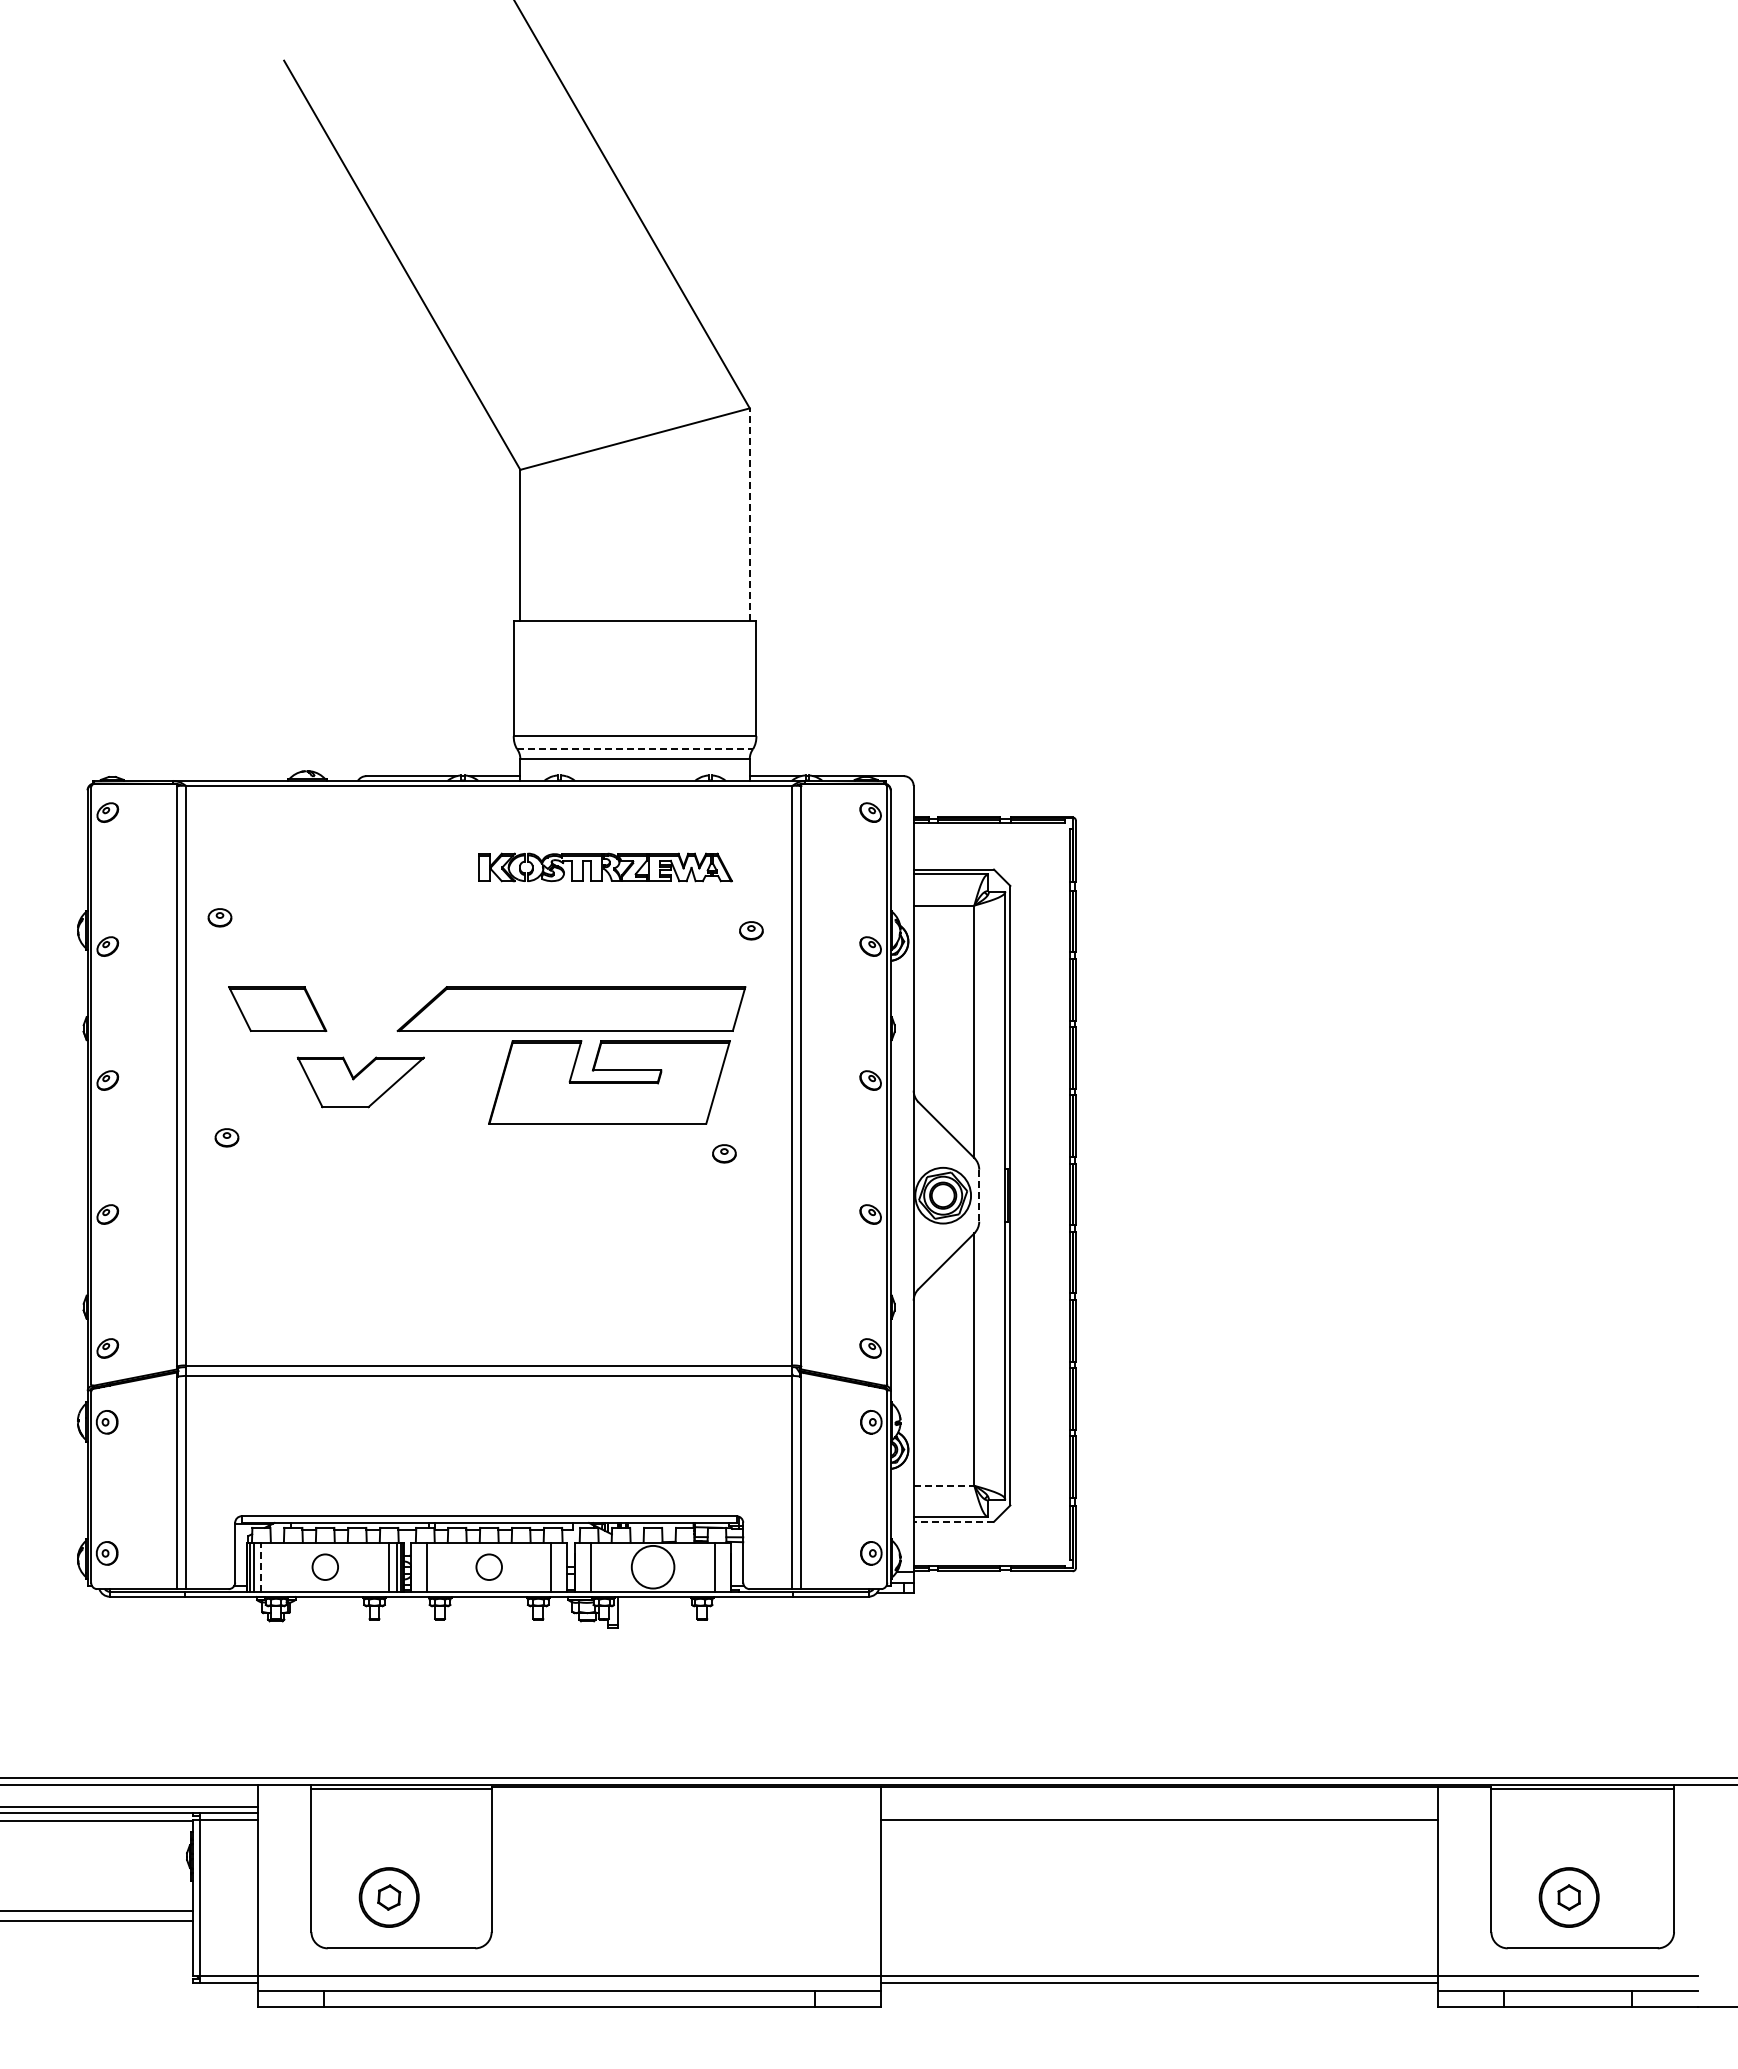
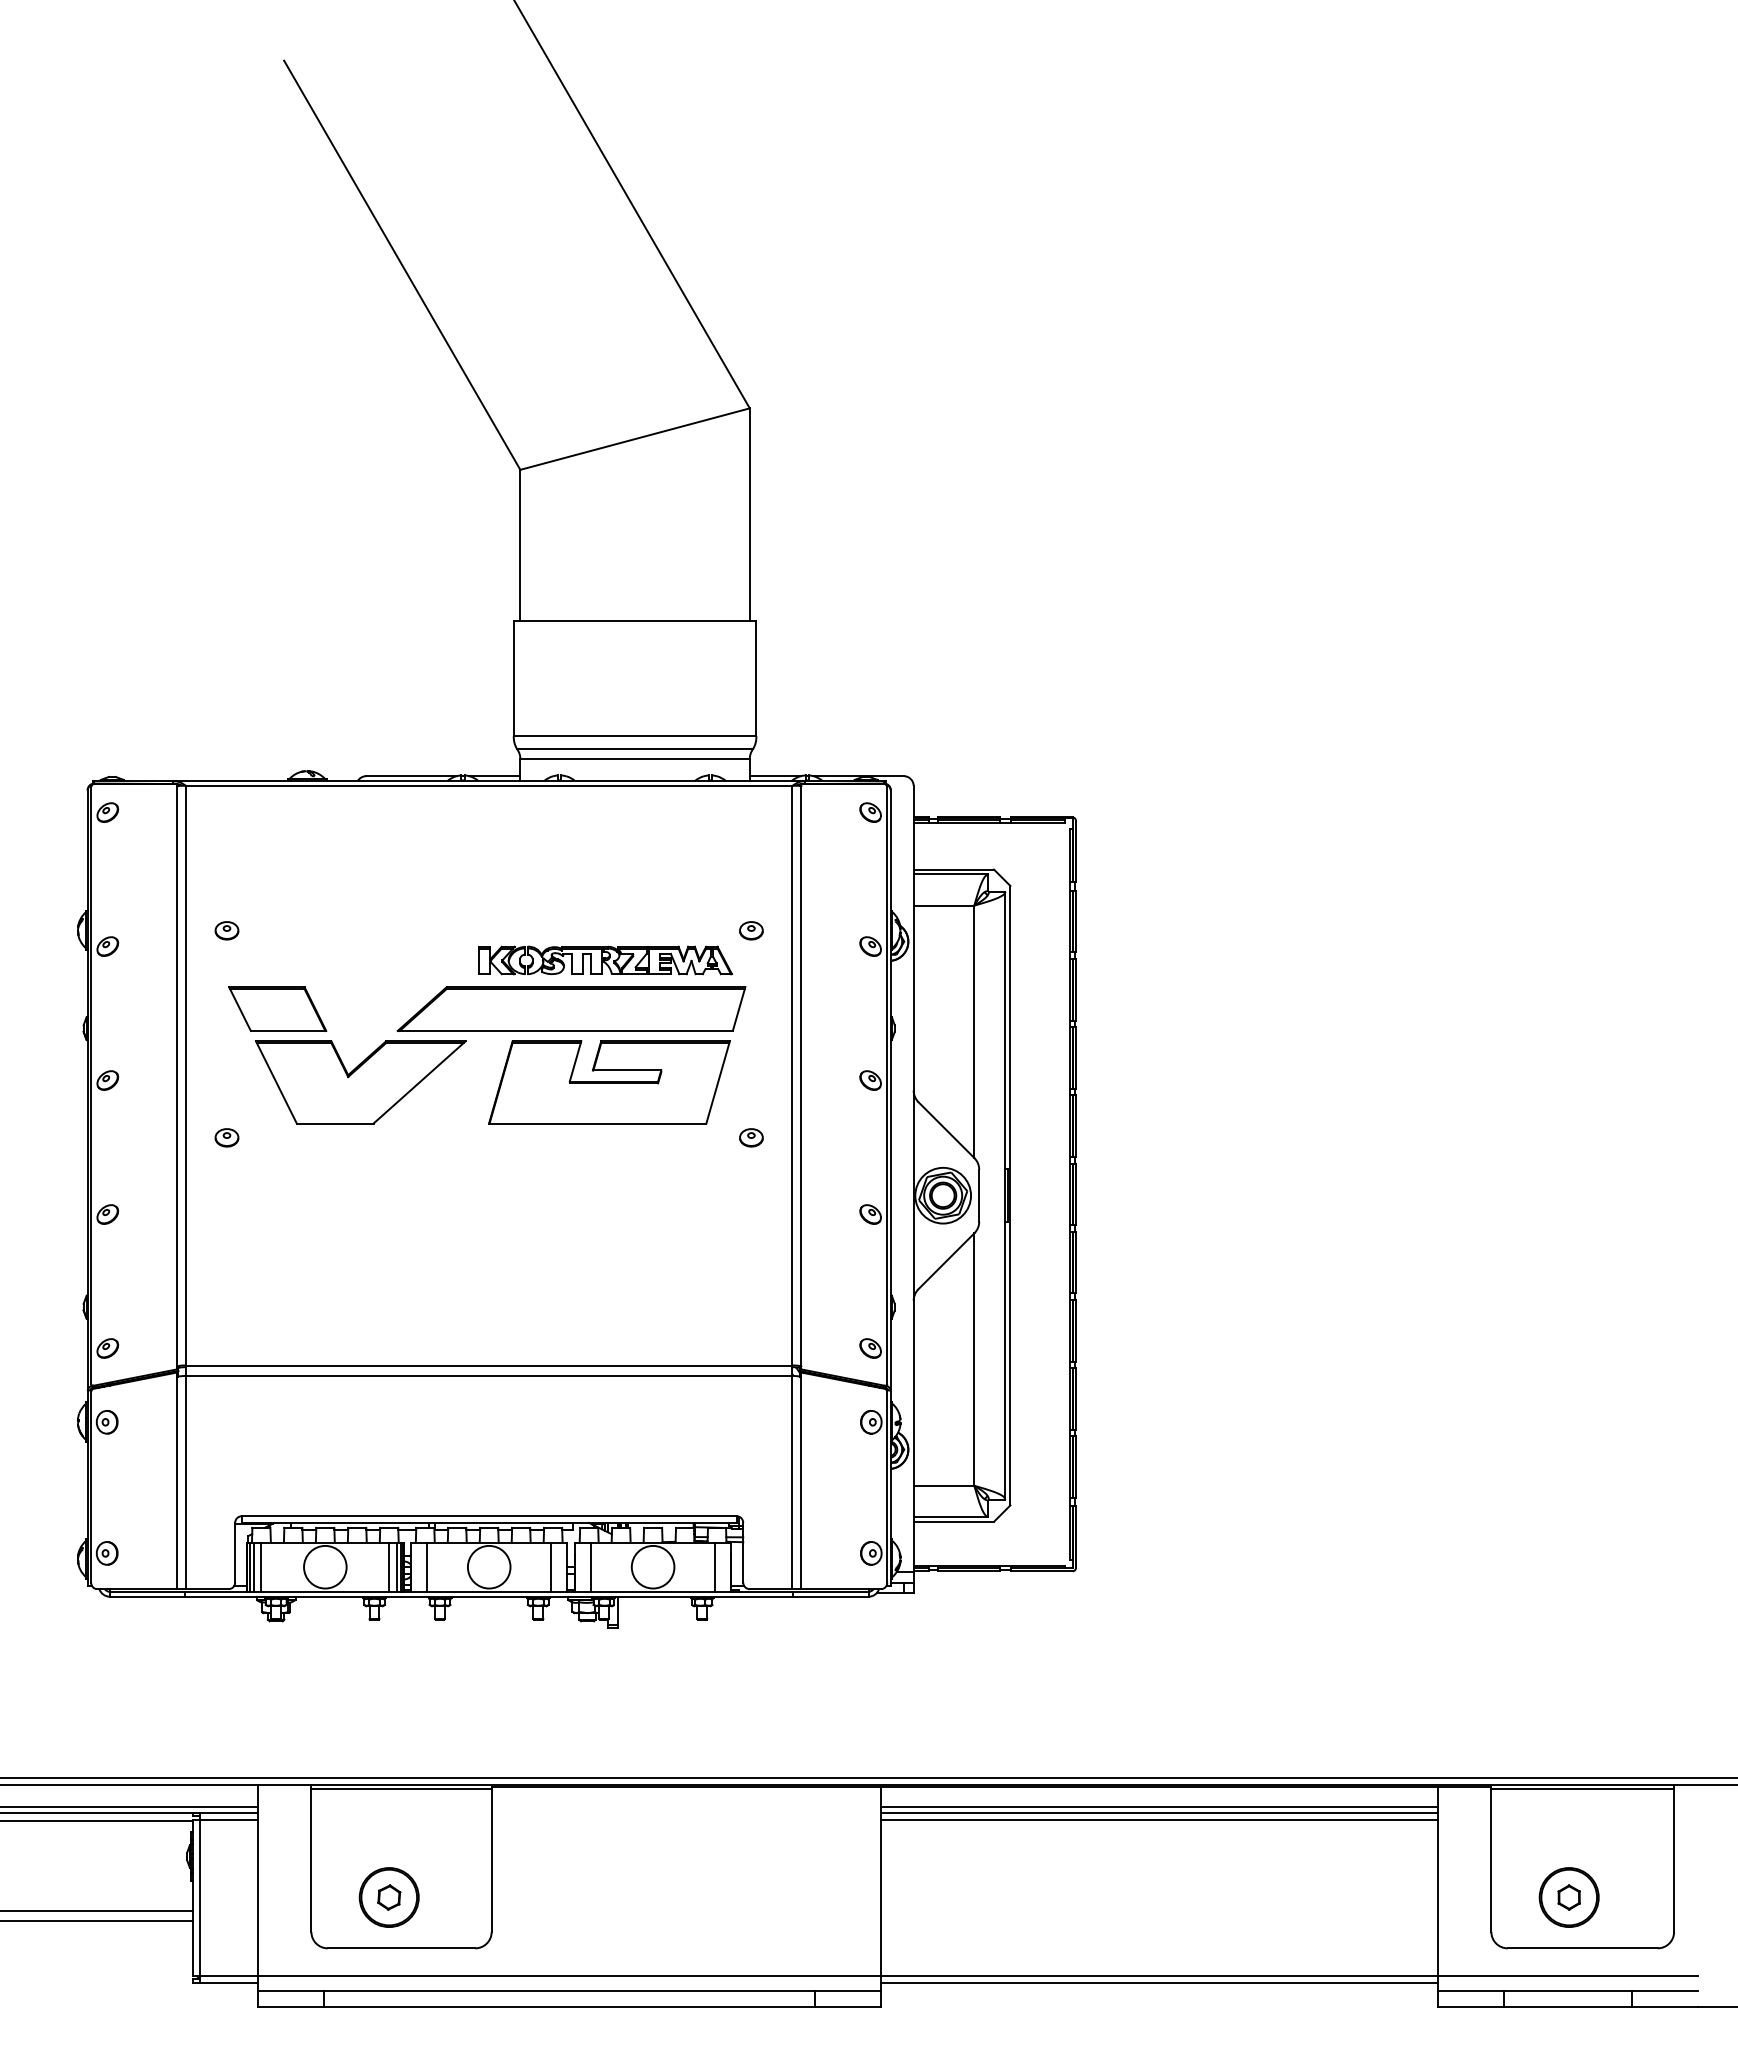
line at (749, 514): dashed -> solid
line at (635, 749): dashed -> solid
part at (605, 867) position: (605, 867) -> (605, 960)
part at (219, 917) position: (219, 917) -> (226, 930)
part at (360, 1082) size: 129x53 px -> 212x85 px
part at (724, 1153) position: (724, 1153) -> (751, 1137)
line at (979, 1195): dashed -> solid
line at (944, 1485): dashed -> solid
line at (953, 1521): dashed -> solid
line at (261, 1567): dashed -> solid
circle at (325, 1567) diameter: 26 px -> 43 px
circle at (489, 1567) diameter: 26 px -> 43 px
line at (1159, 1806): none -> present
line at (1159, 1812): none -> present
